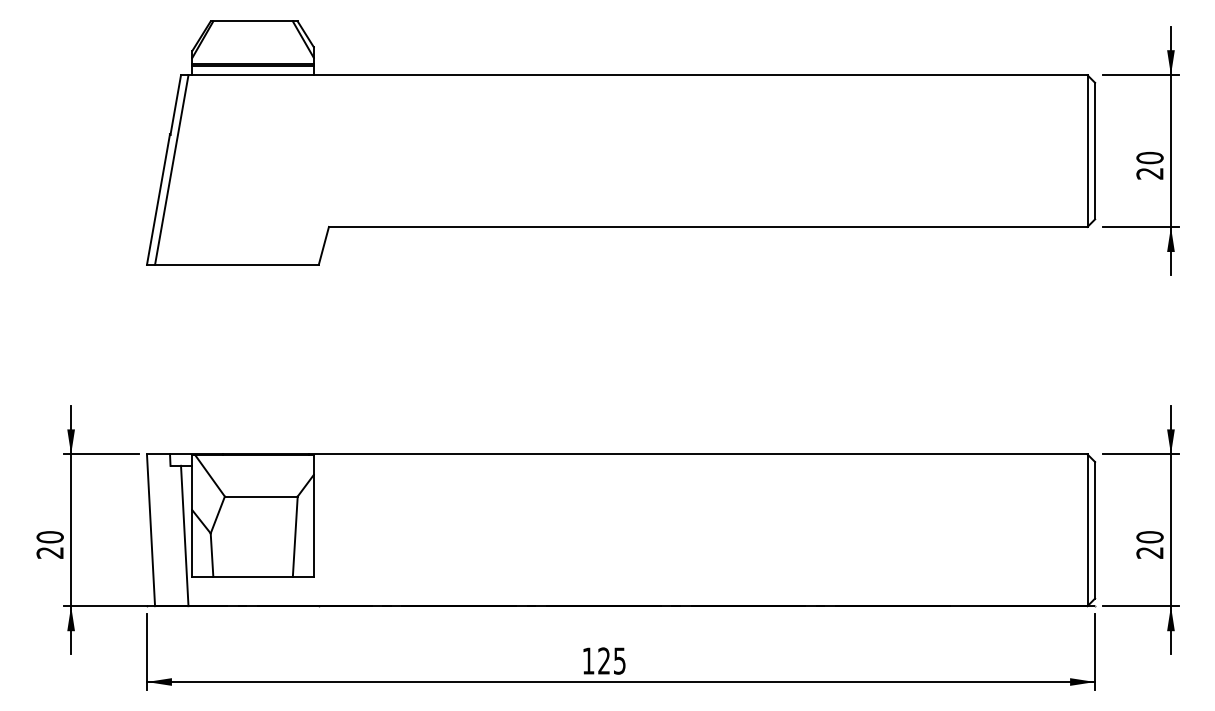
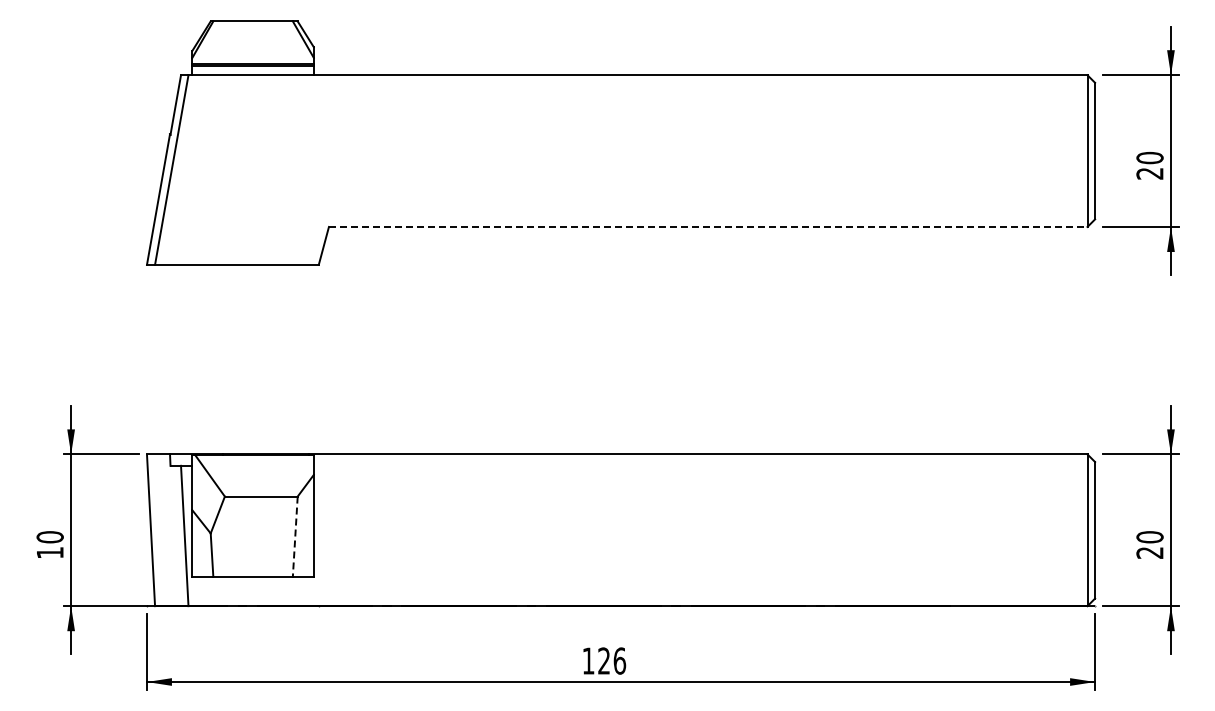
line at (708, 226): solid -> dashed
line at (295, 537): solid -> dashed
text at (49, 552): 20 -> 10
text at (619, 660): 125 -> 126
